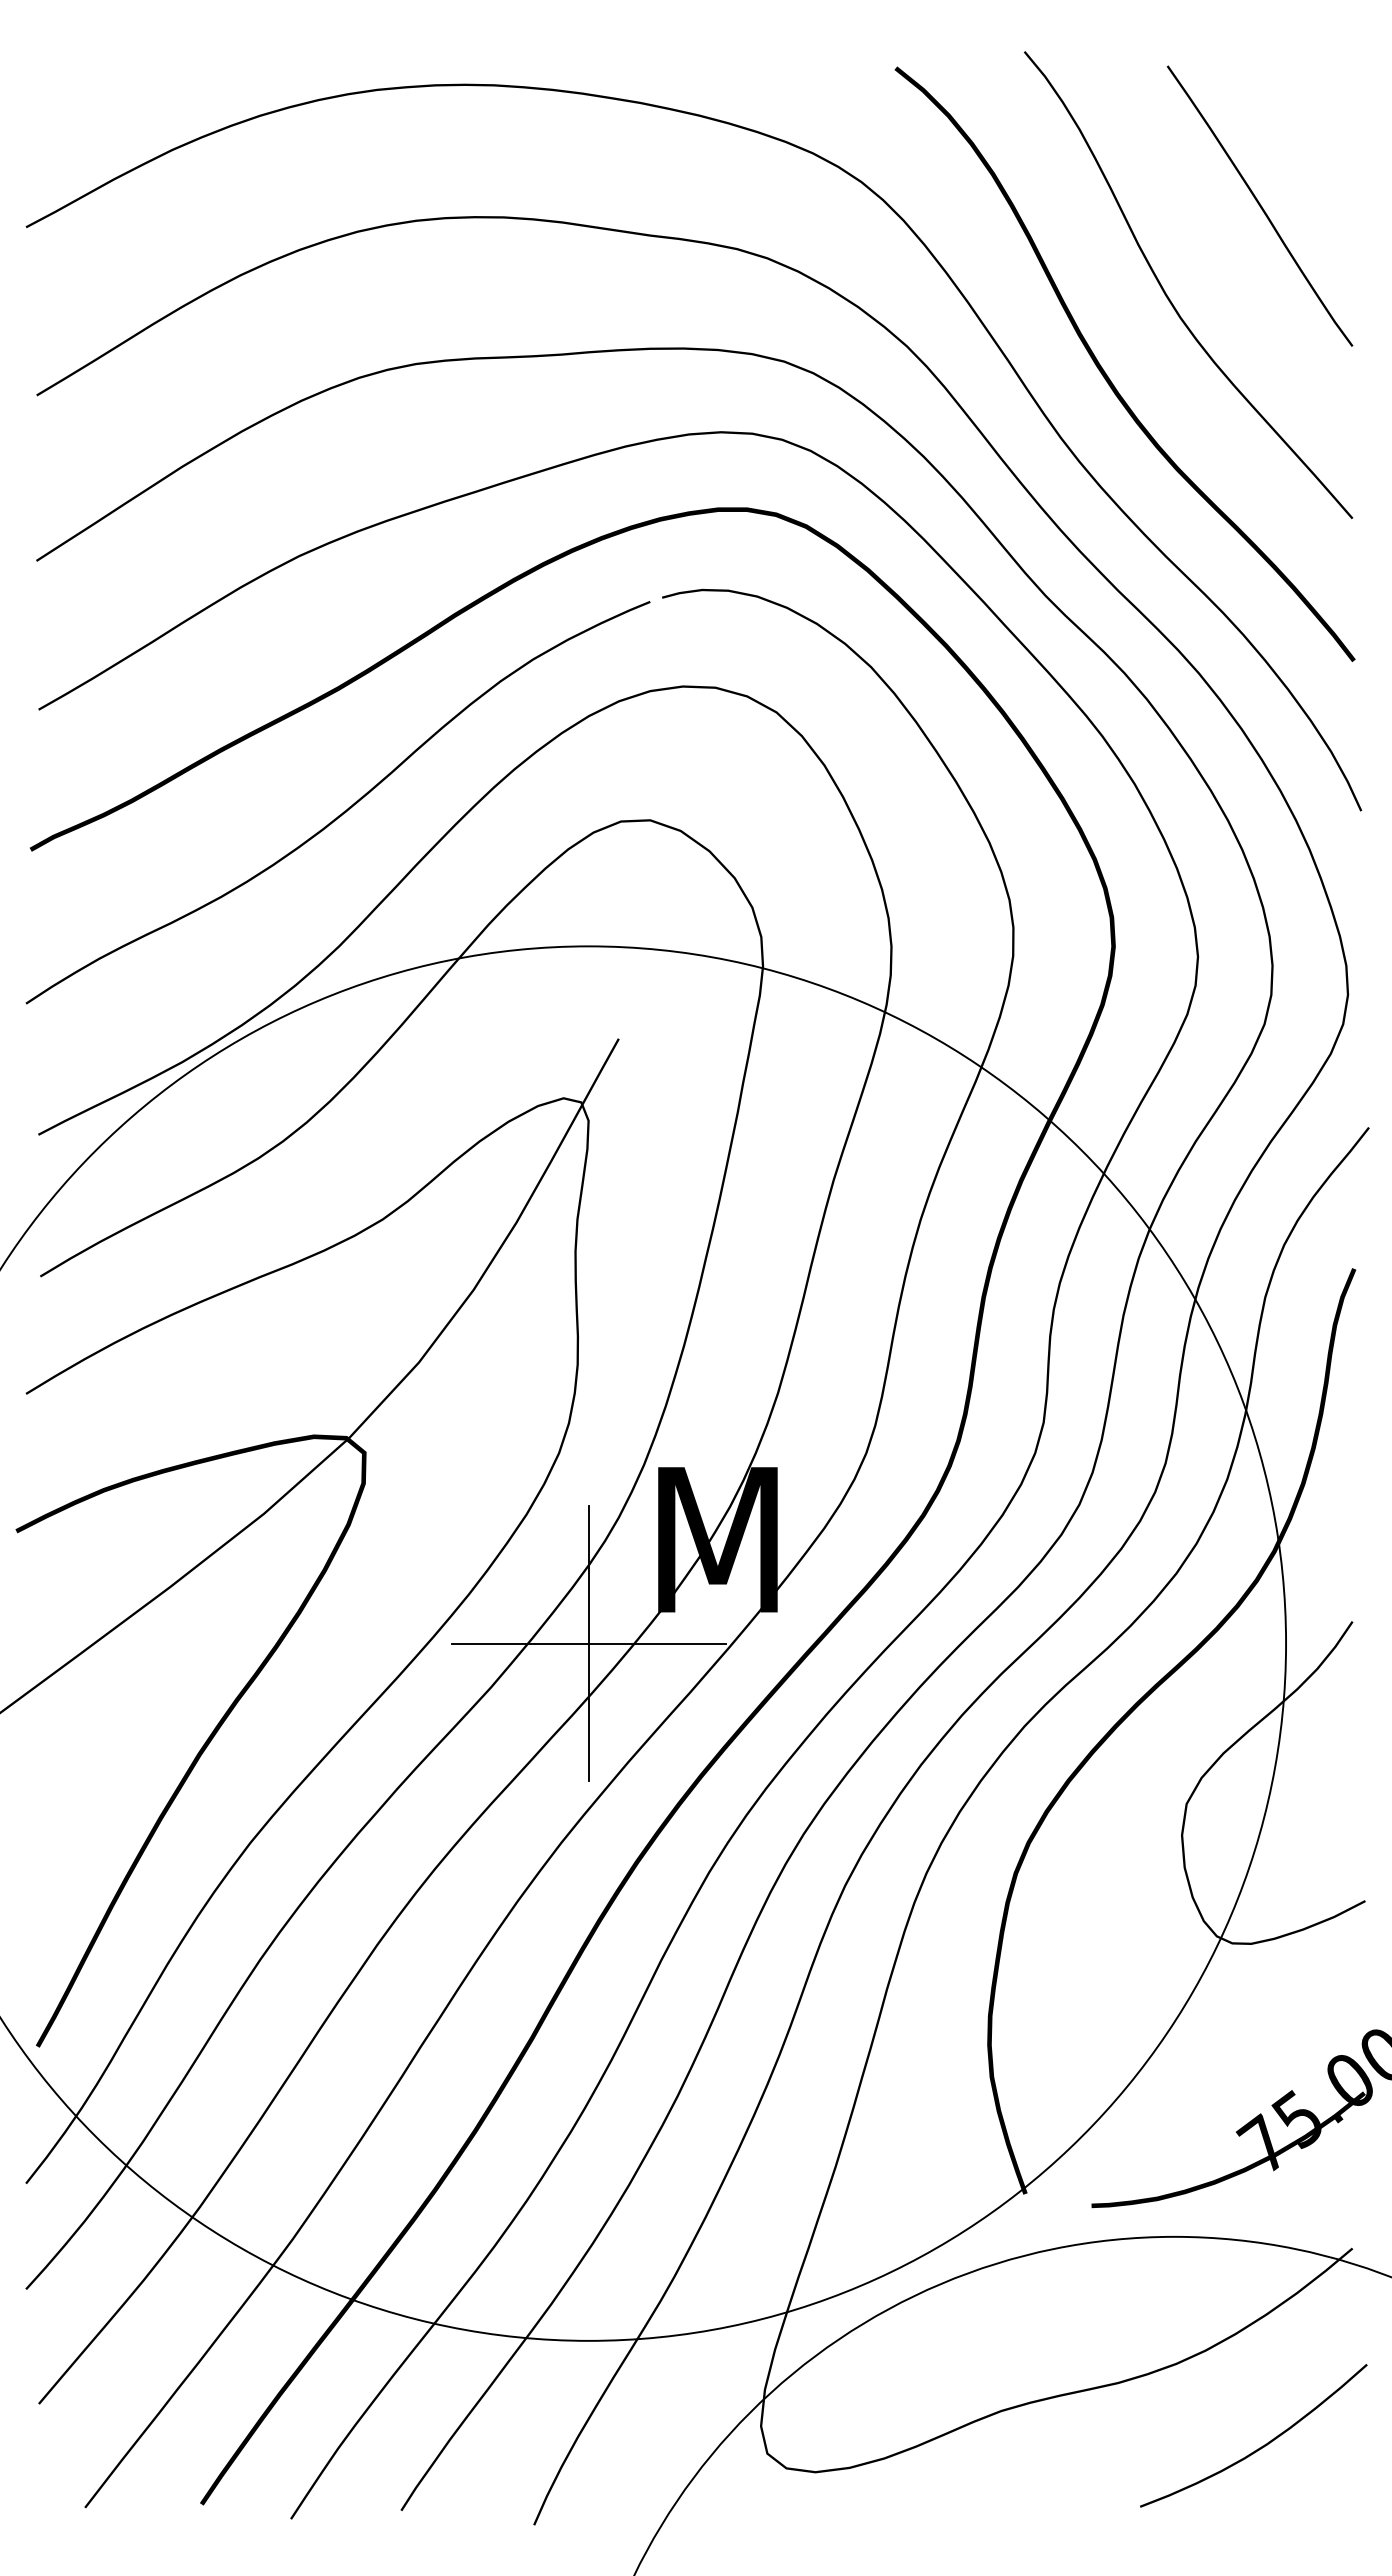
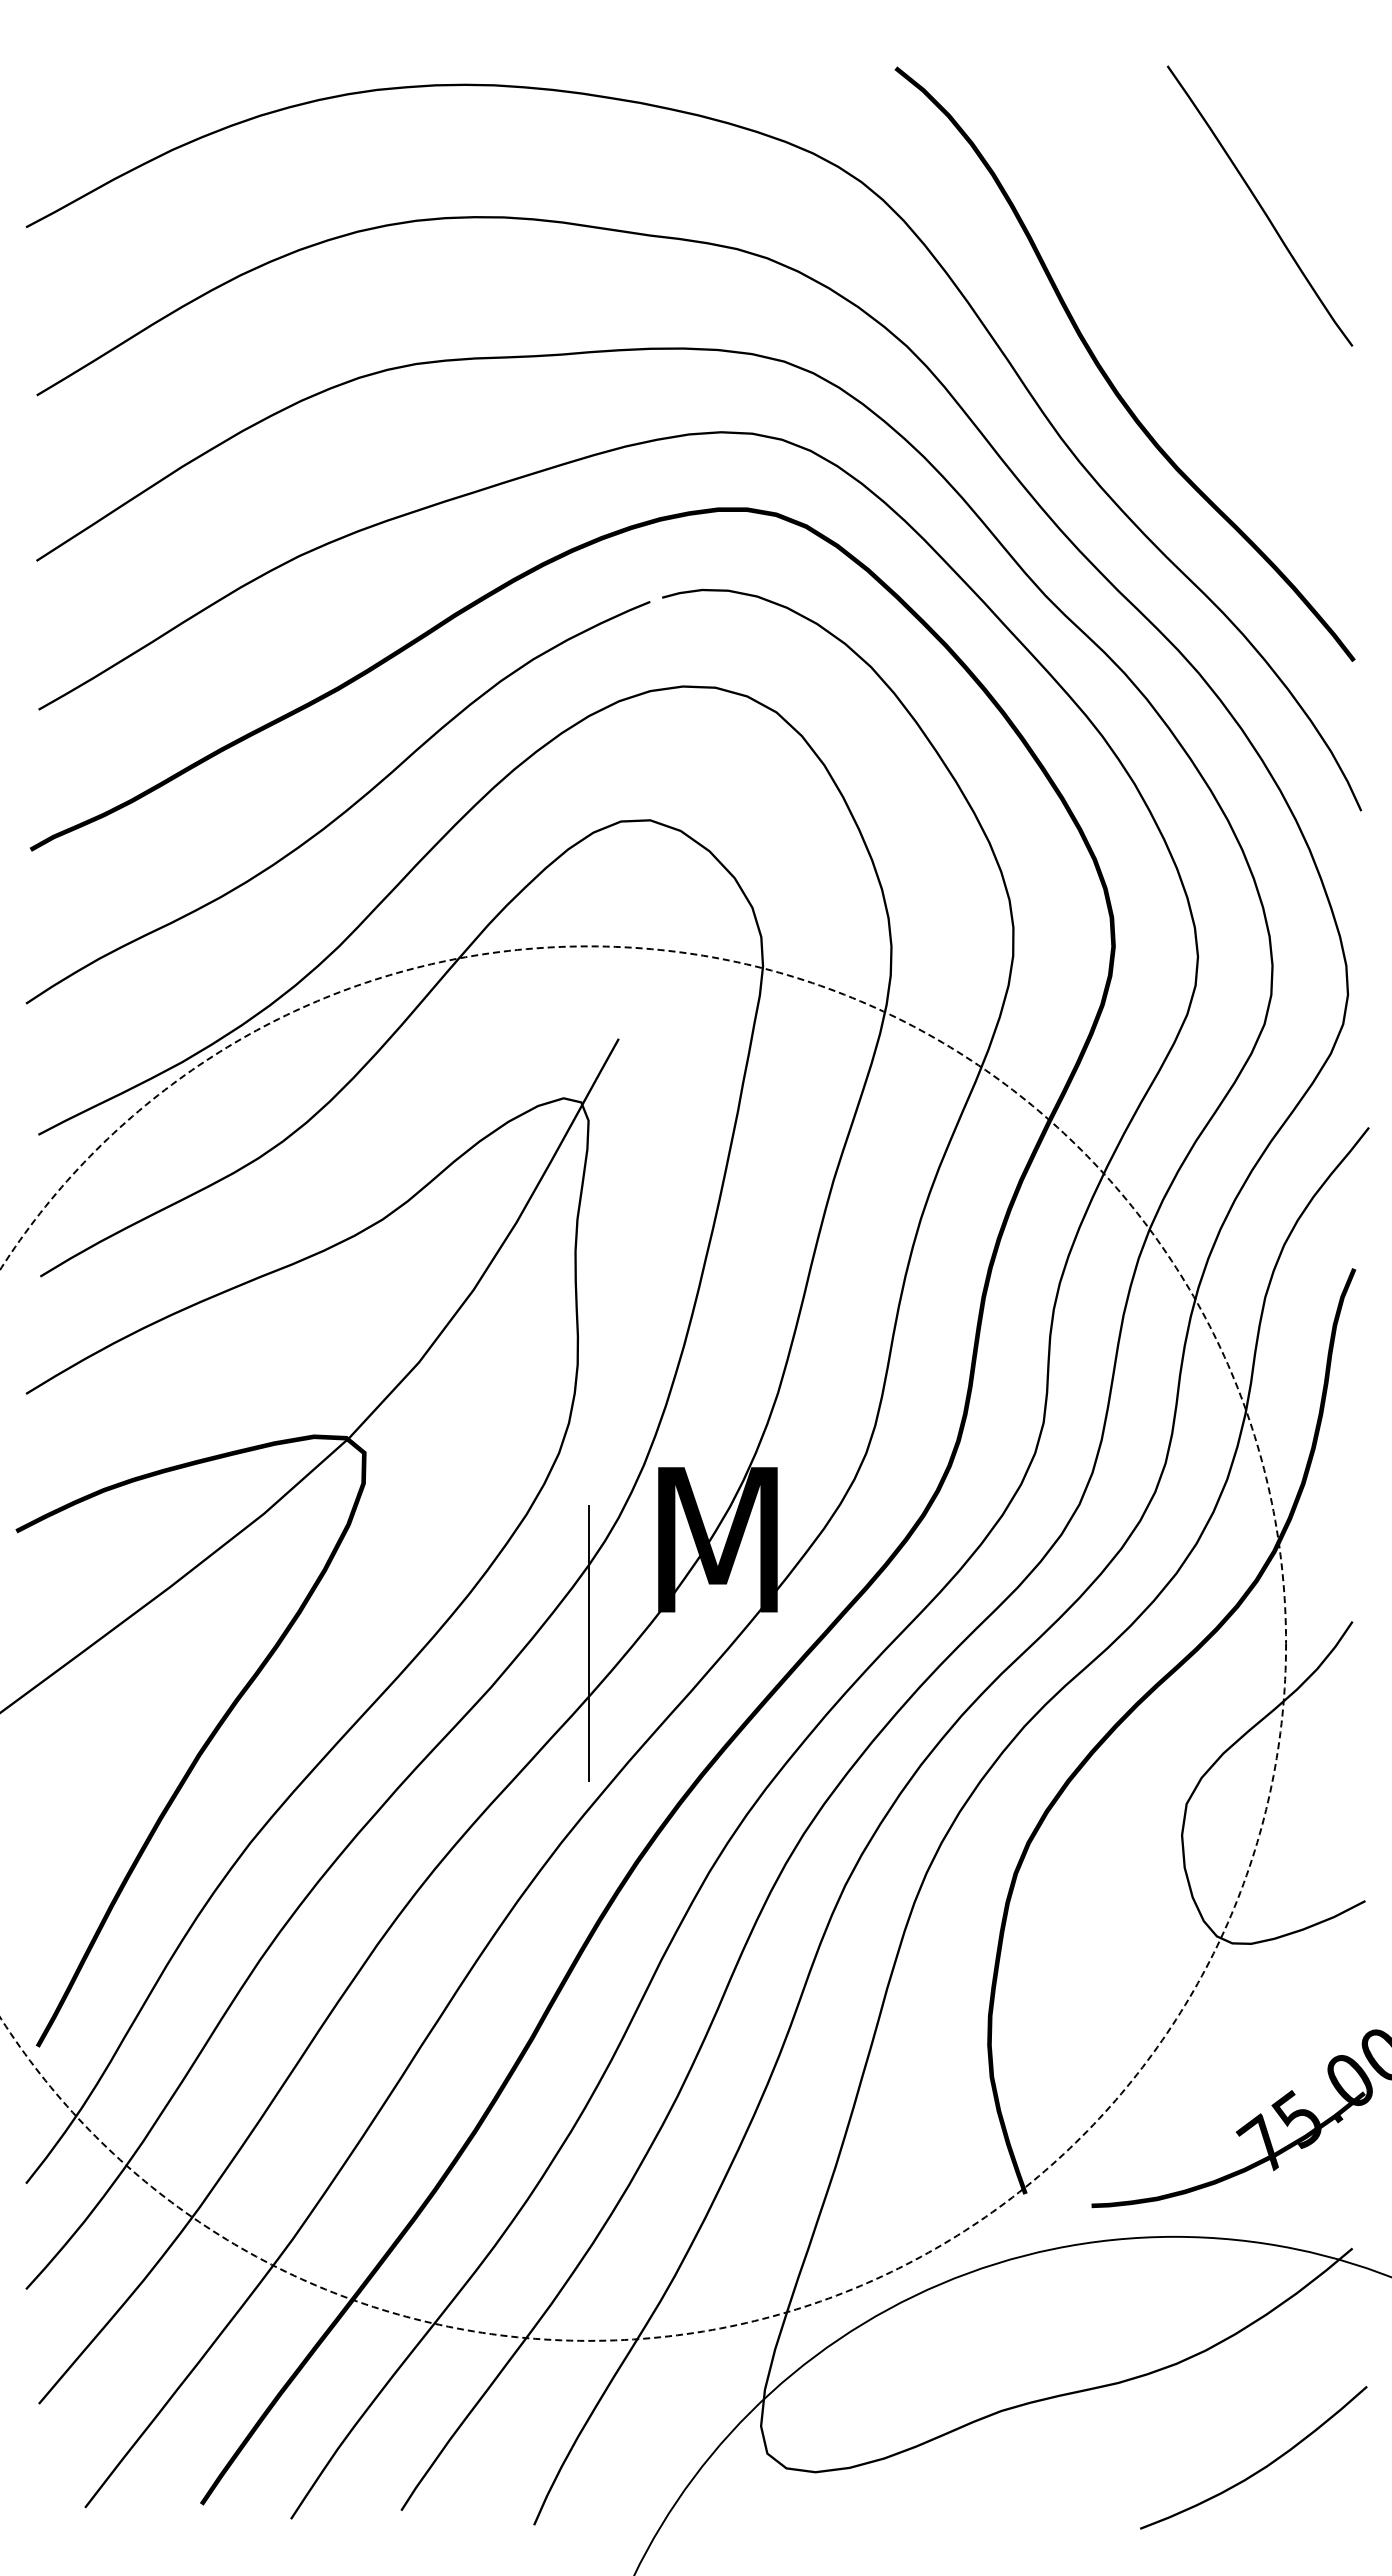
curve at (1170, 299): present -> none
line at (589, 1643): present -> none
circle at (643, 1643): solid -> dashed
curve at (1259, 2447) position: (1259, 2447) -> (1259, 2469)
